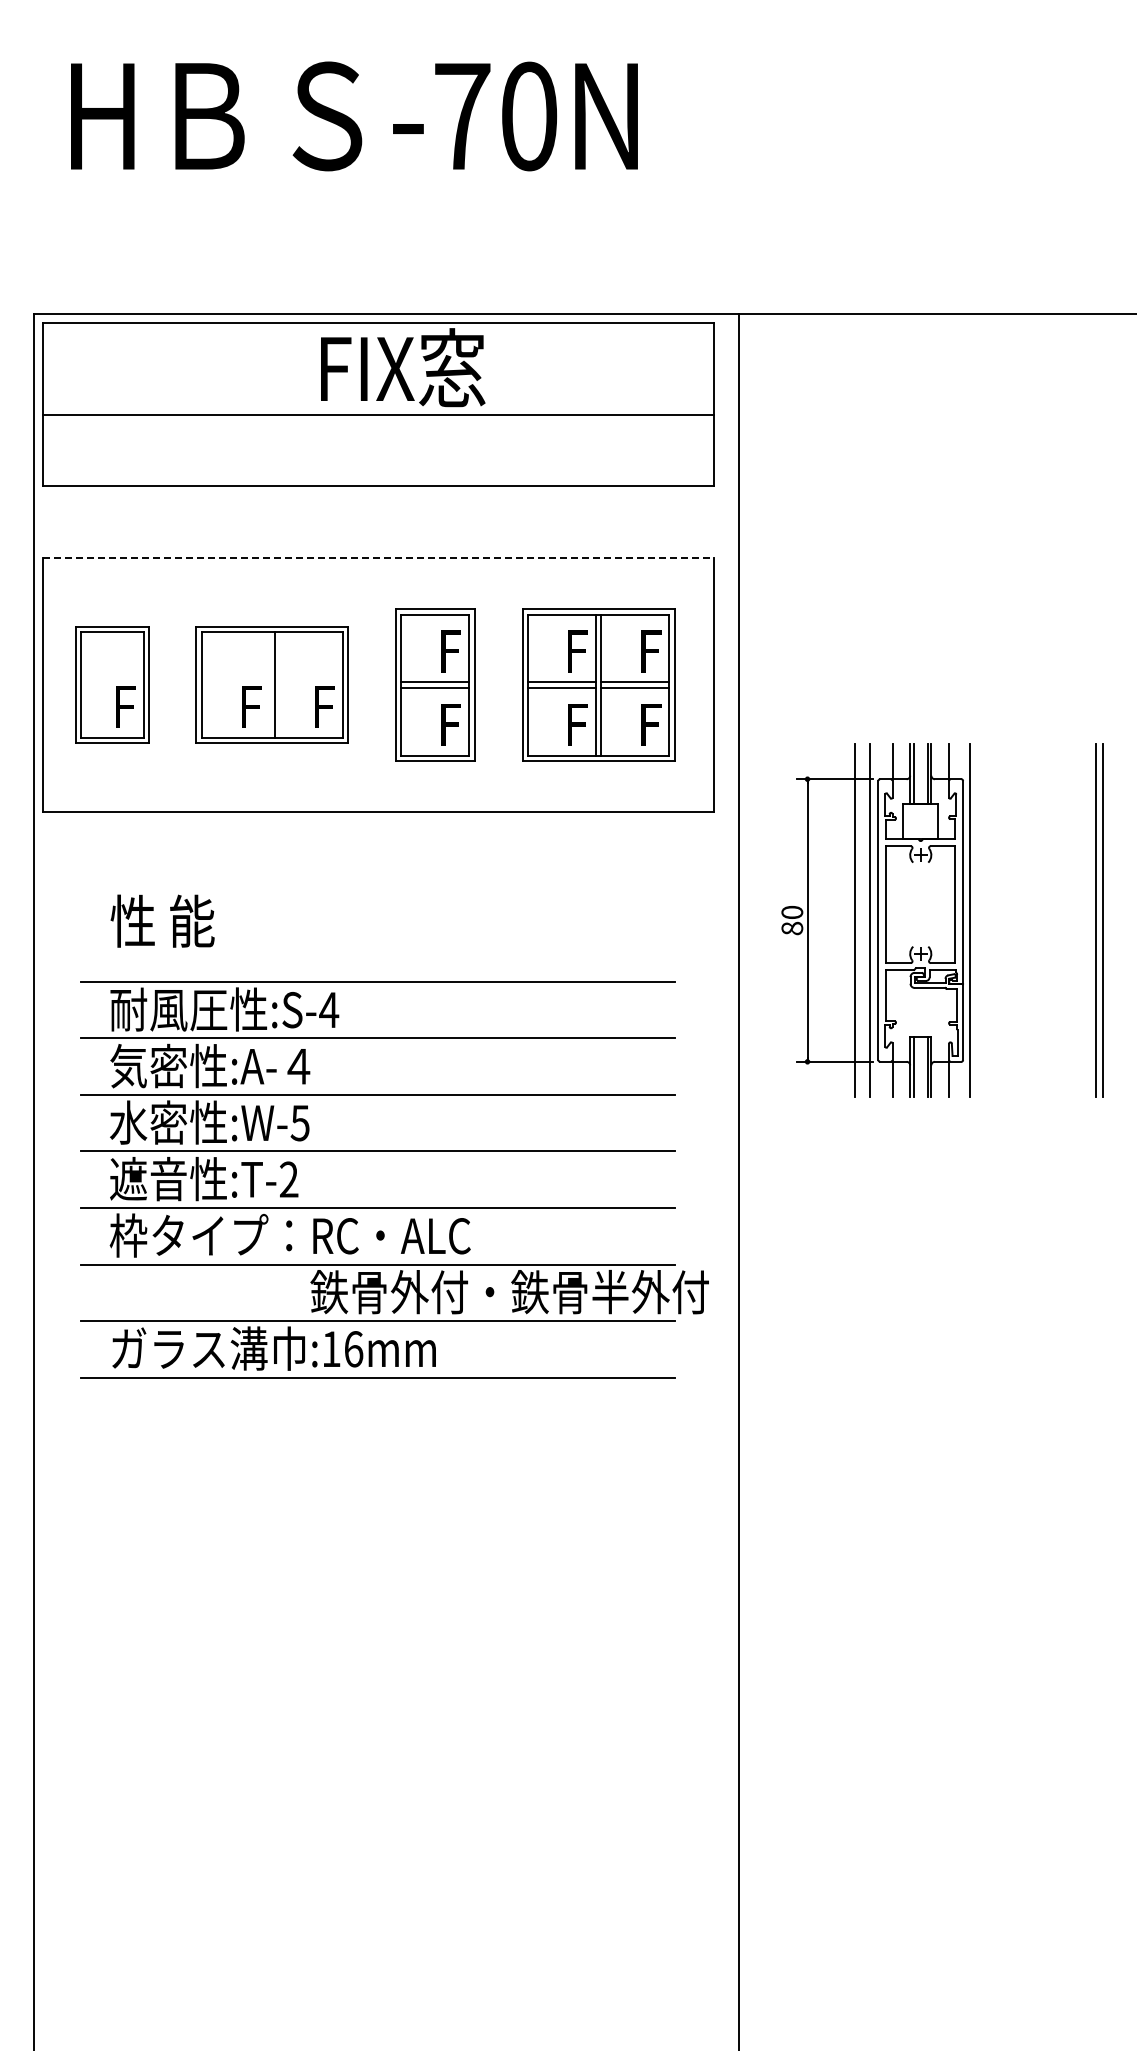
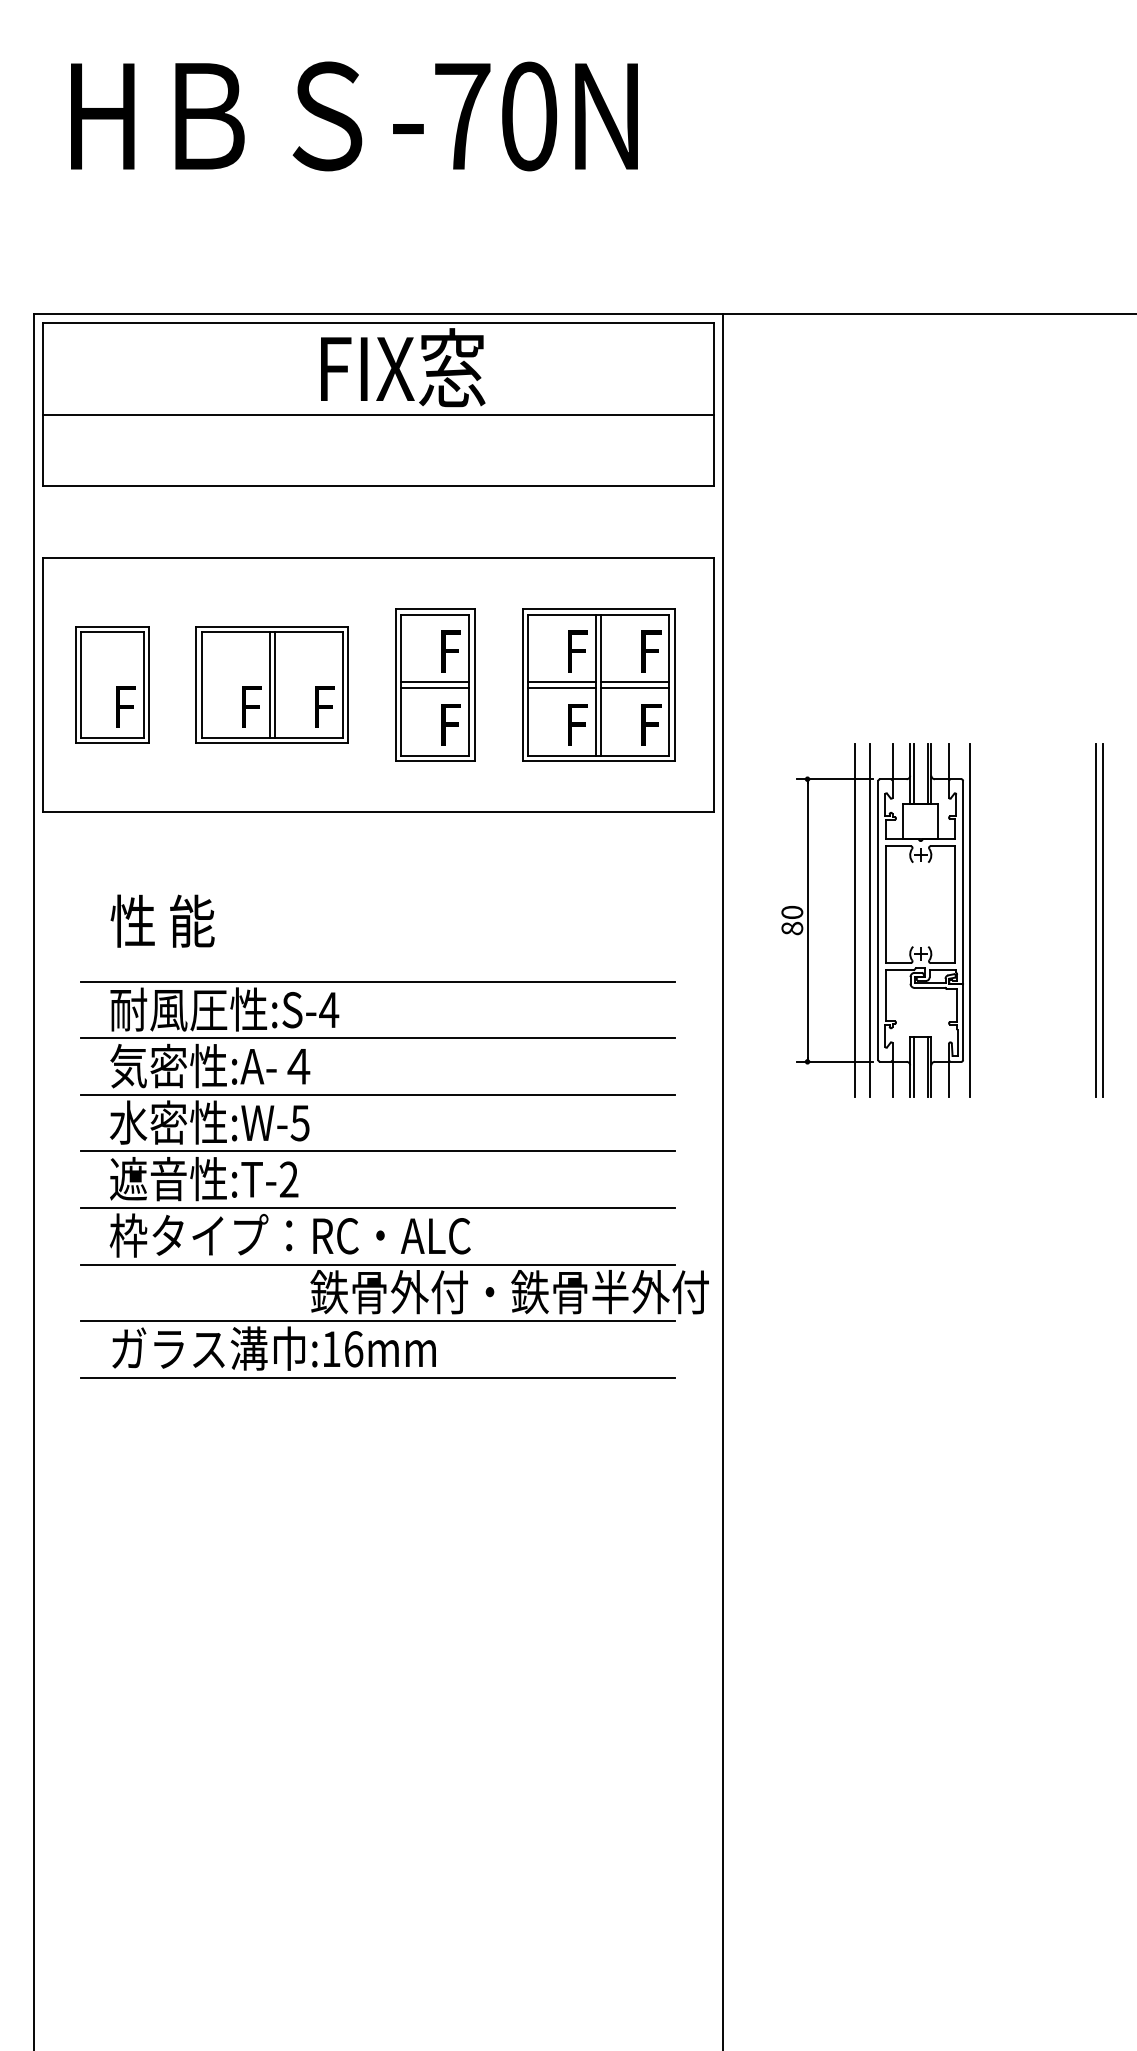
line at (378, 558): dashed -> solid
line at (269, 685): none -> present
line at (738, 1180) position: (738, 1180) -> (722, 1180)
